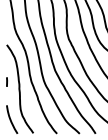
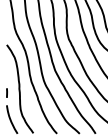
curve at (6, 81) position: (6, 81) -> (6, 92)
